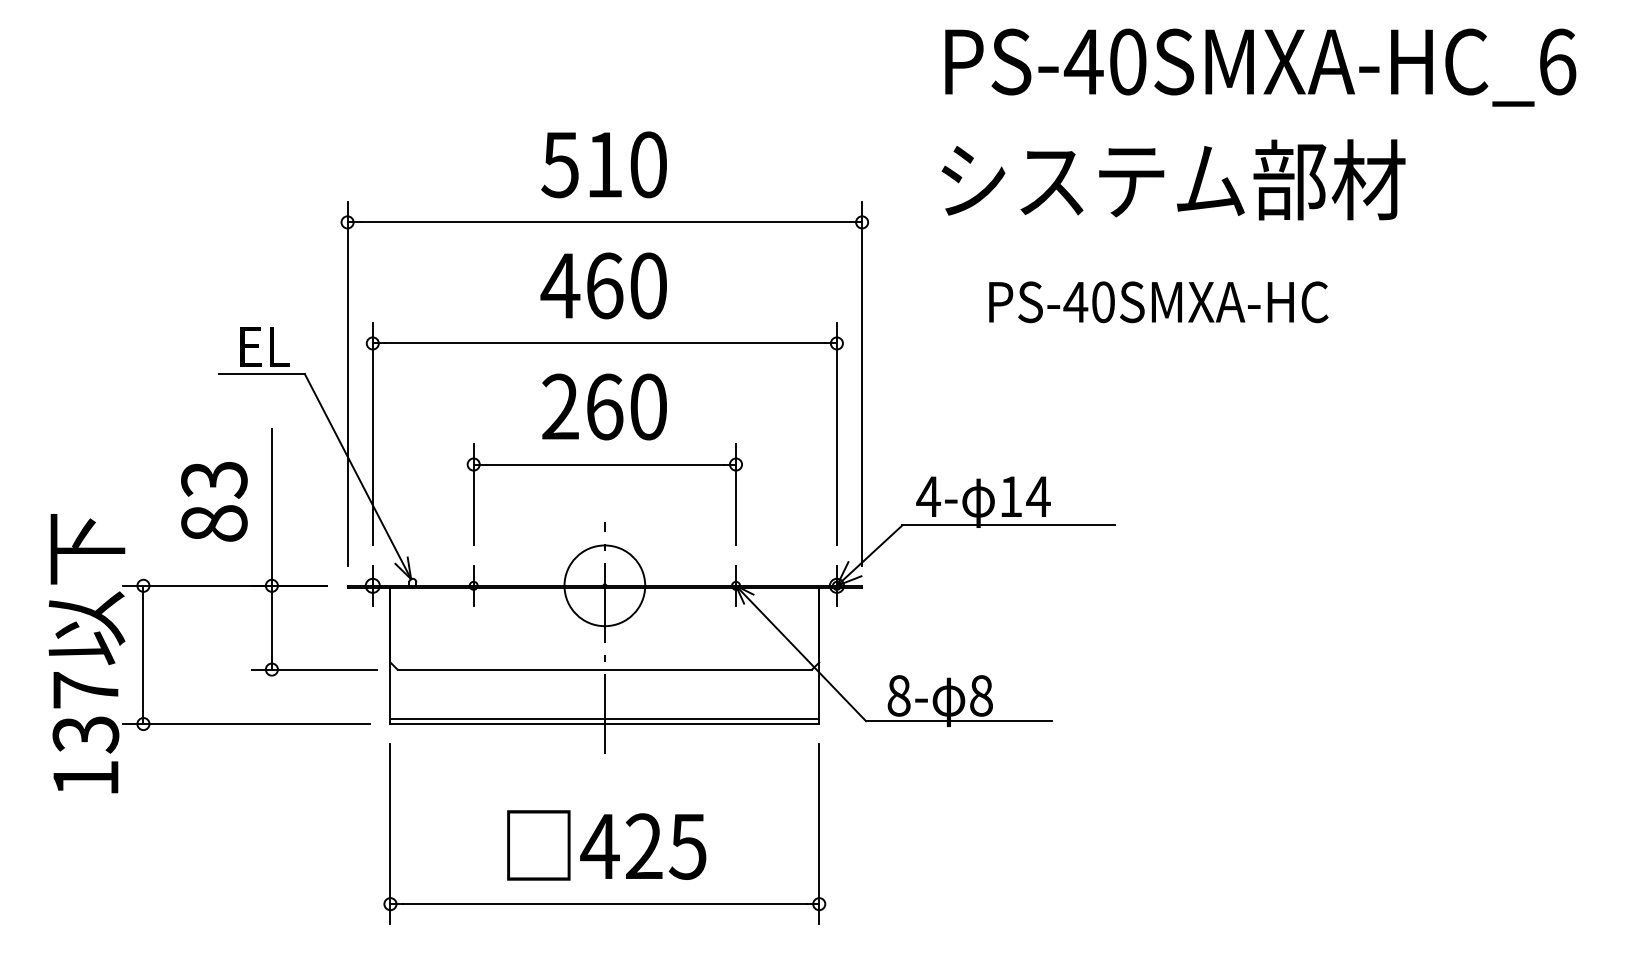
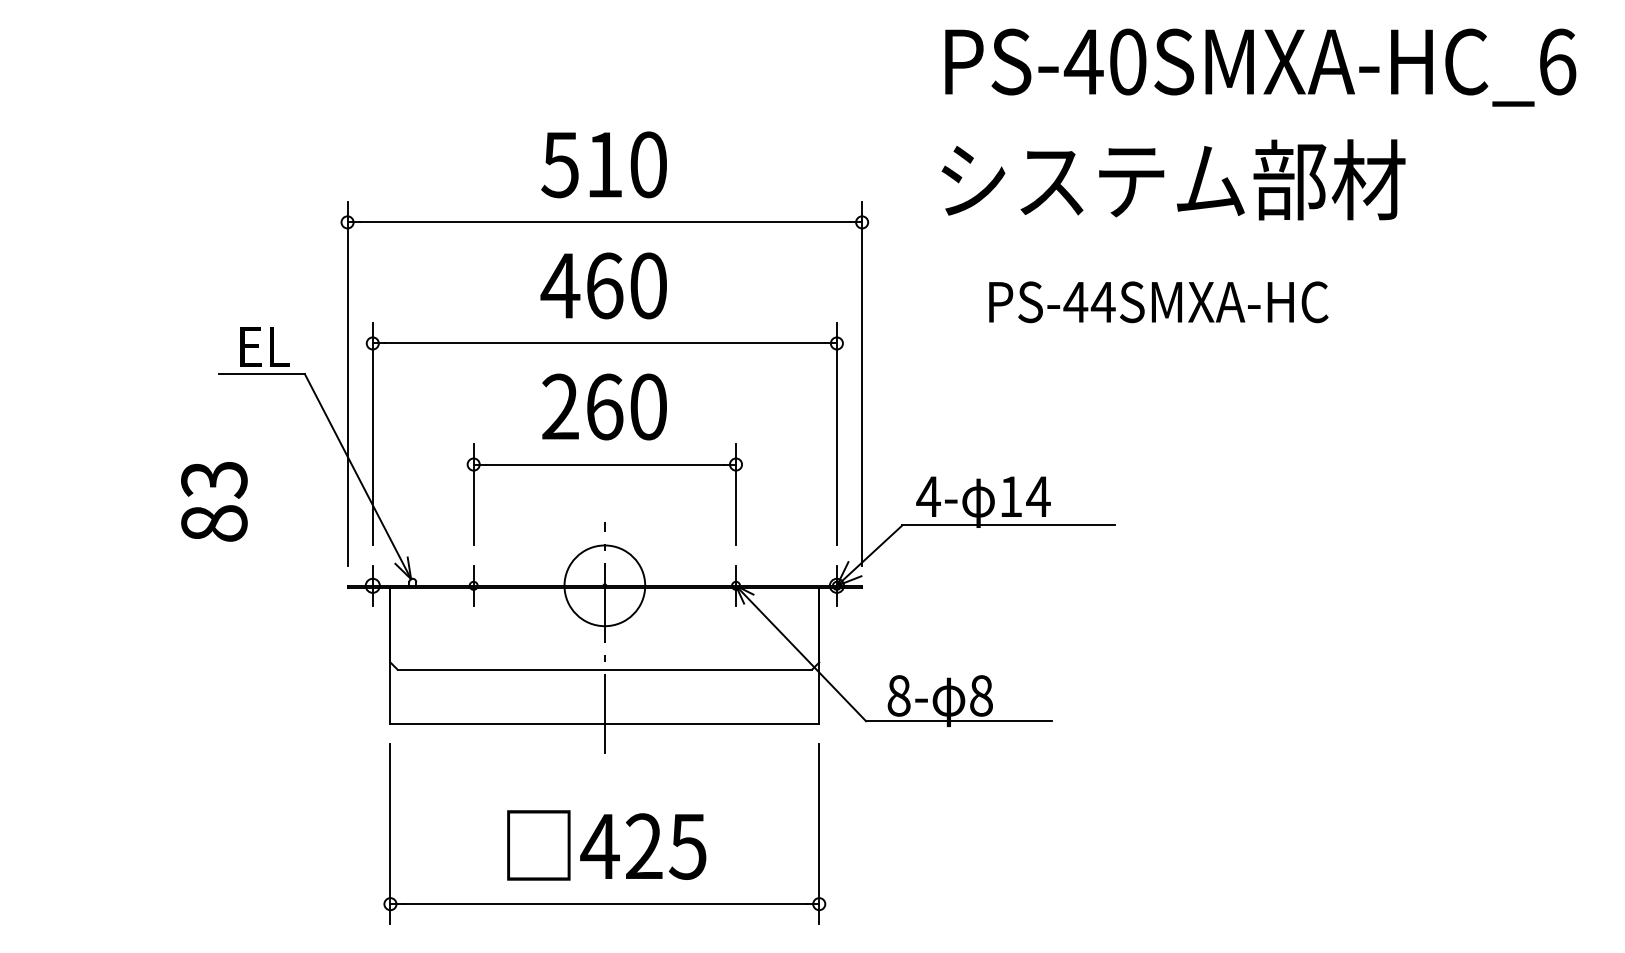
text at (1102, 302): PS-40SMXA-HC -> PS-44SMXA-HC
part at (212, 586): present -> none
line at (604, 718): present -> none
